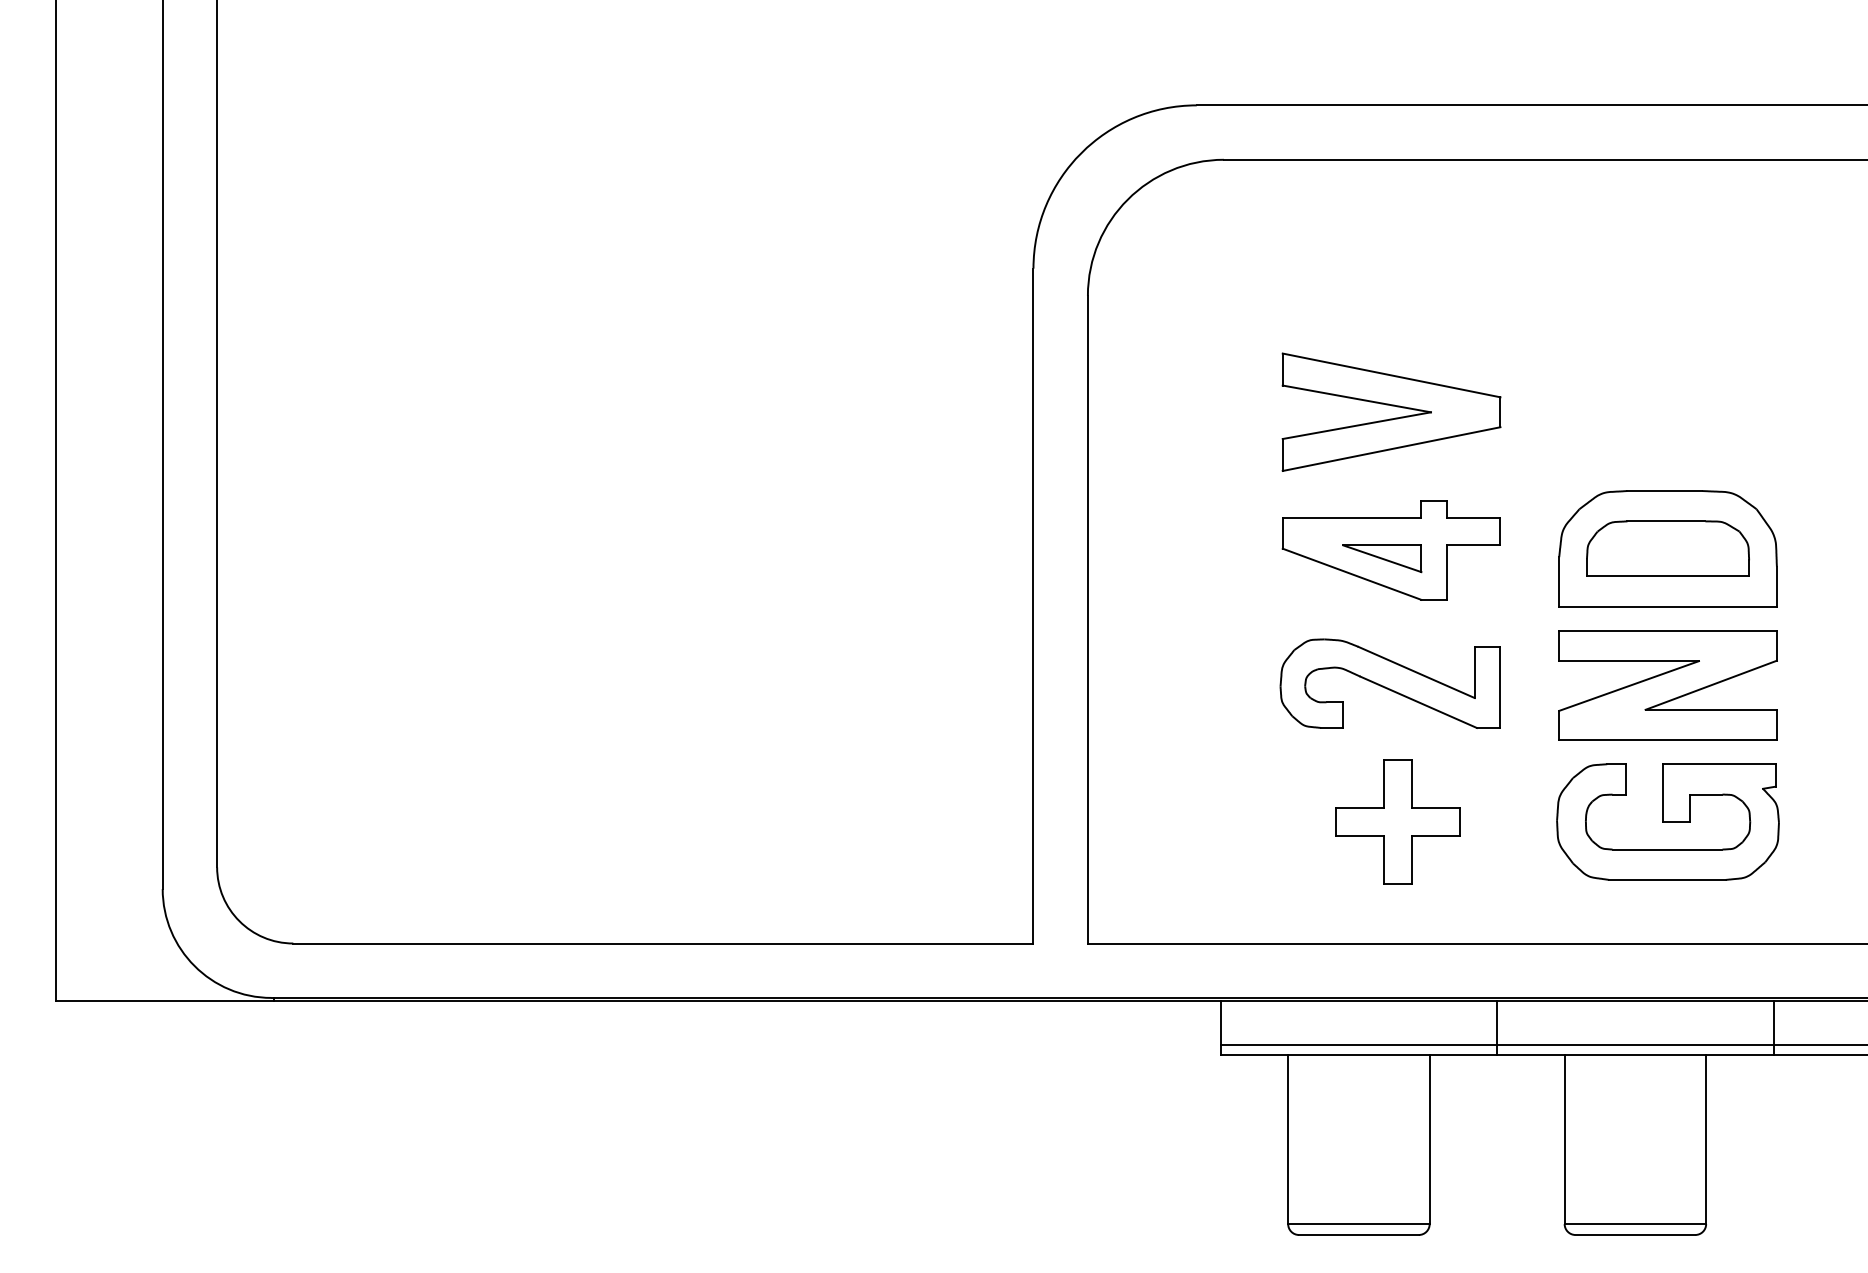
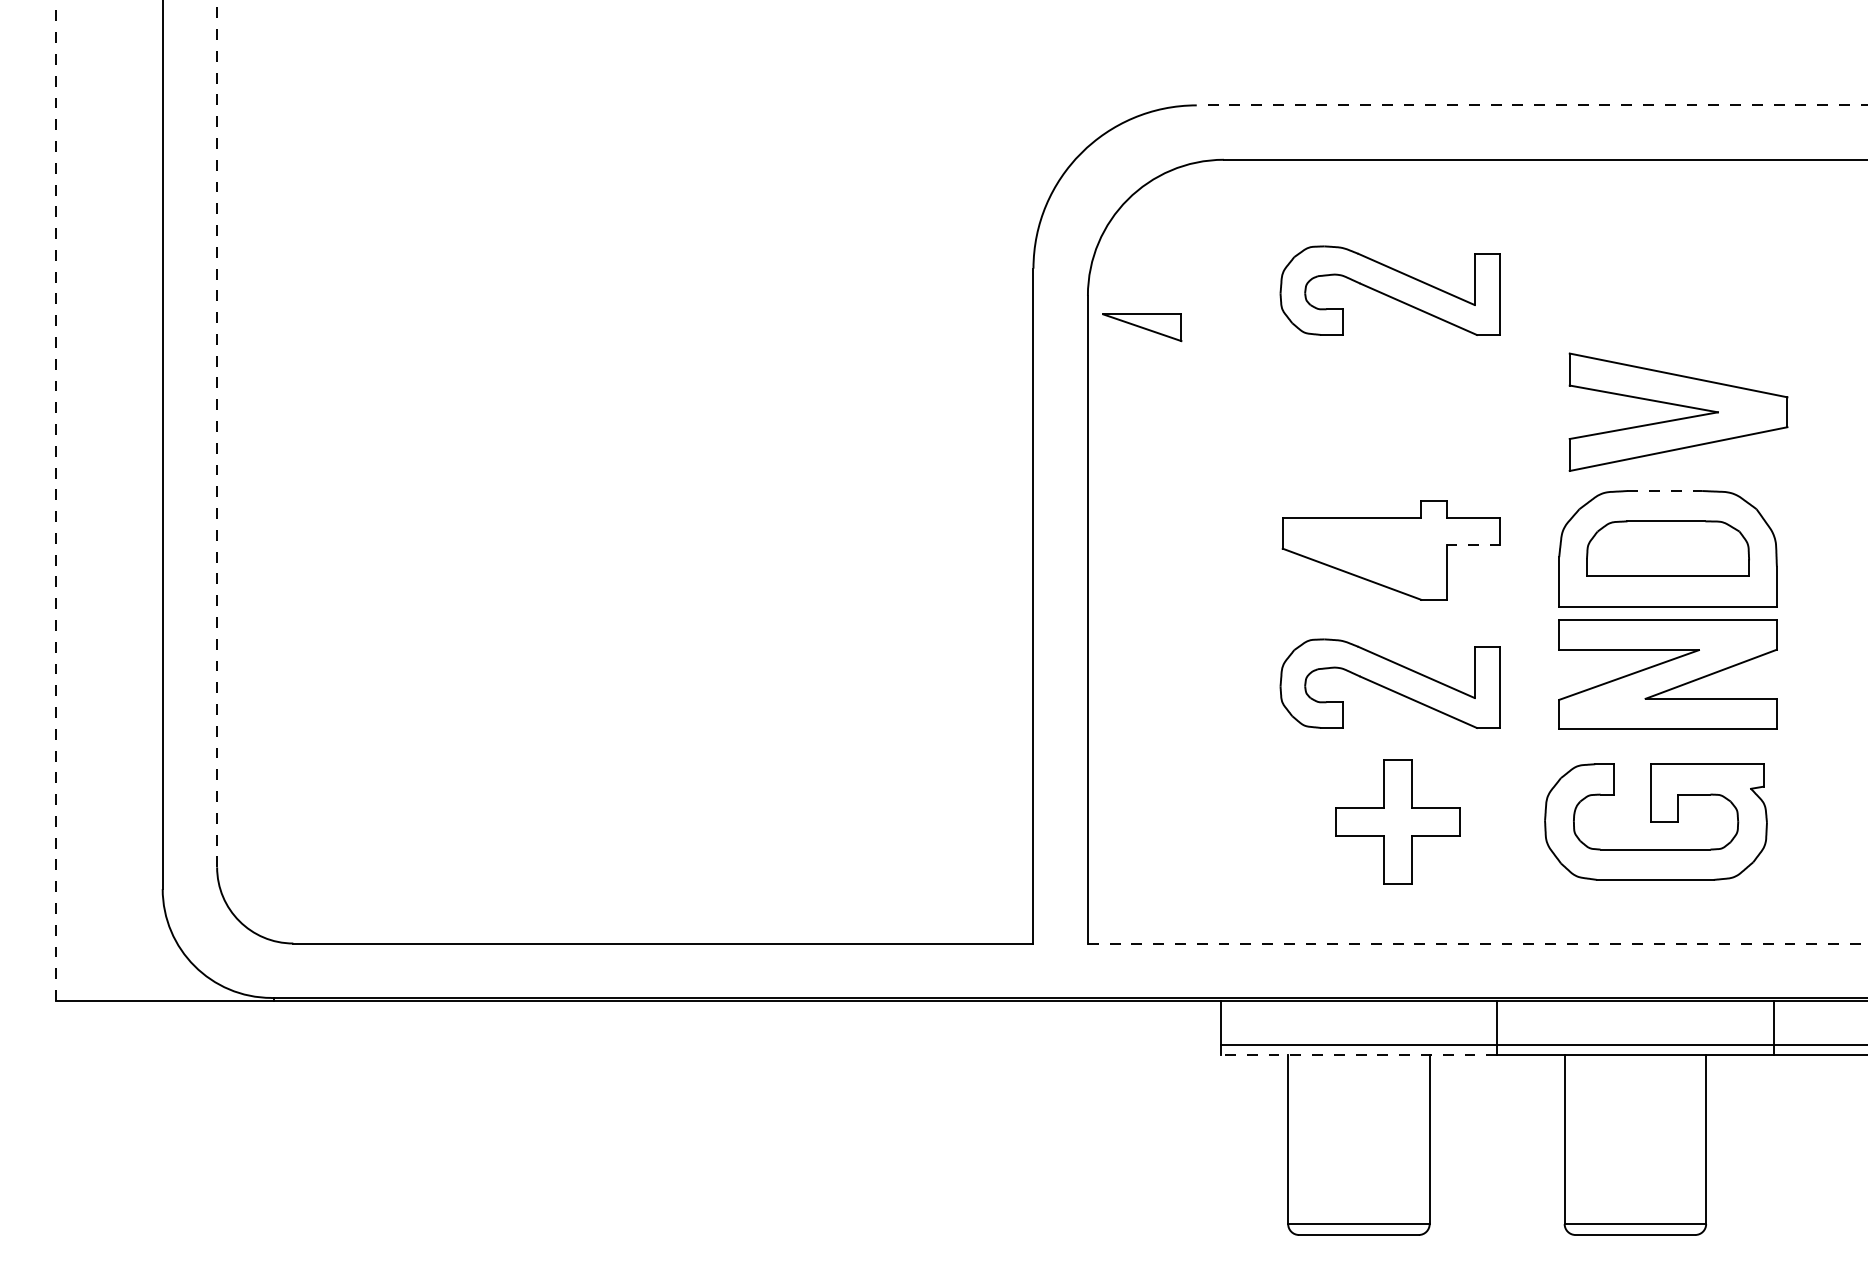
line at (1531, 105): solid -> dashed
part at (1389, 290): none -> present
part at (1391, 411) position: (1391, 411) -> (1678, 411)
line at (217, 434): solid -> dashed
line at (1665, 491): solid -> dashed
line at (56, 501): solid -> dashed
line at (1473, 545): solid -> dashed
part at (1382, 558) position: (1382, 558) -> (1142, 327)
part at (1667, 685) position: (1667, 685) -> (1667, 674)
part at (1667, 821) position: (1667, 821) -> (1655, 821)
line at (1477, 943): solid -> dashed
line at (1358, 1055): solid -> dashed
